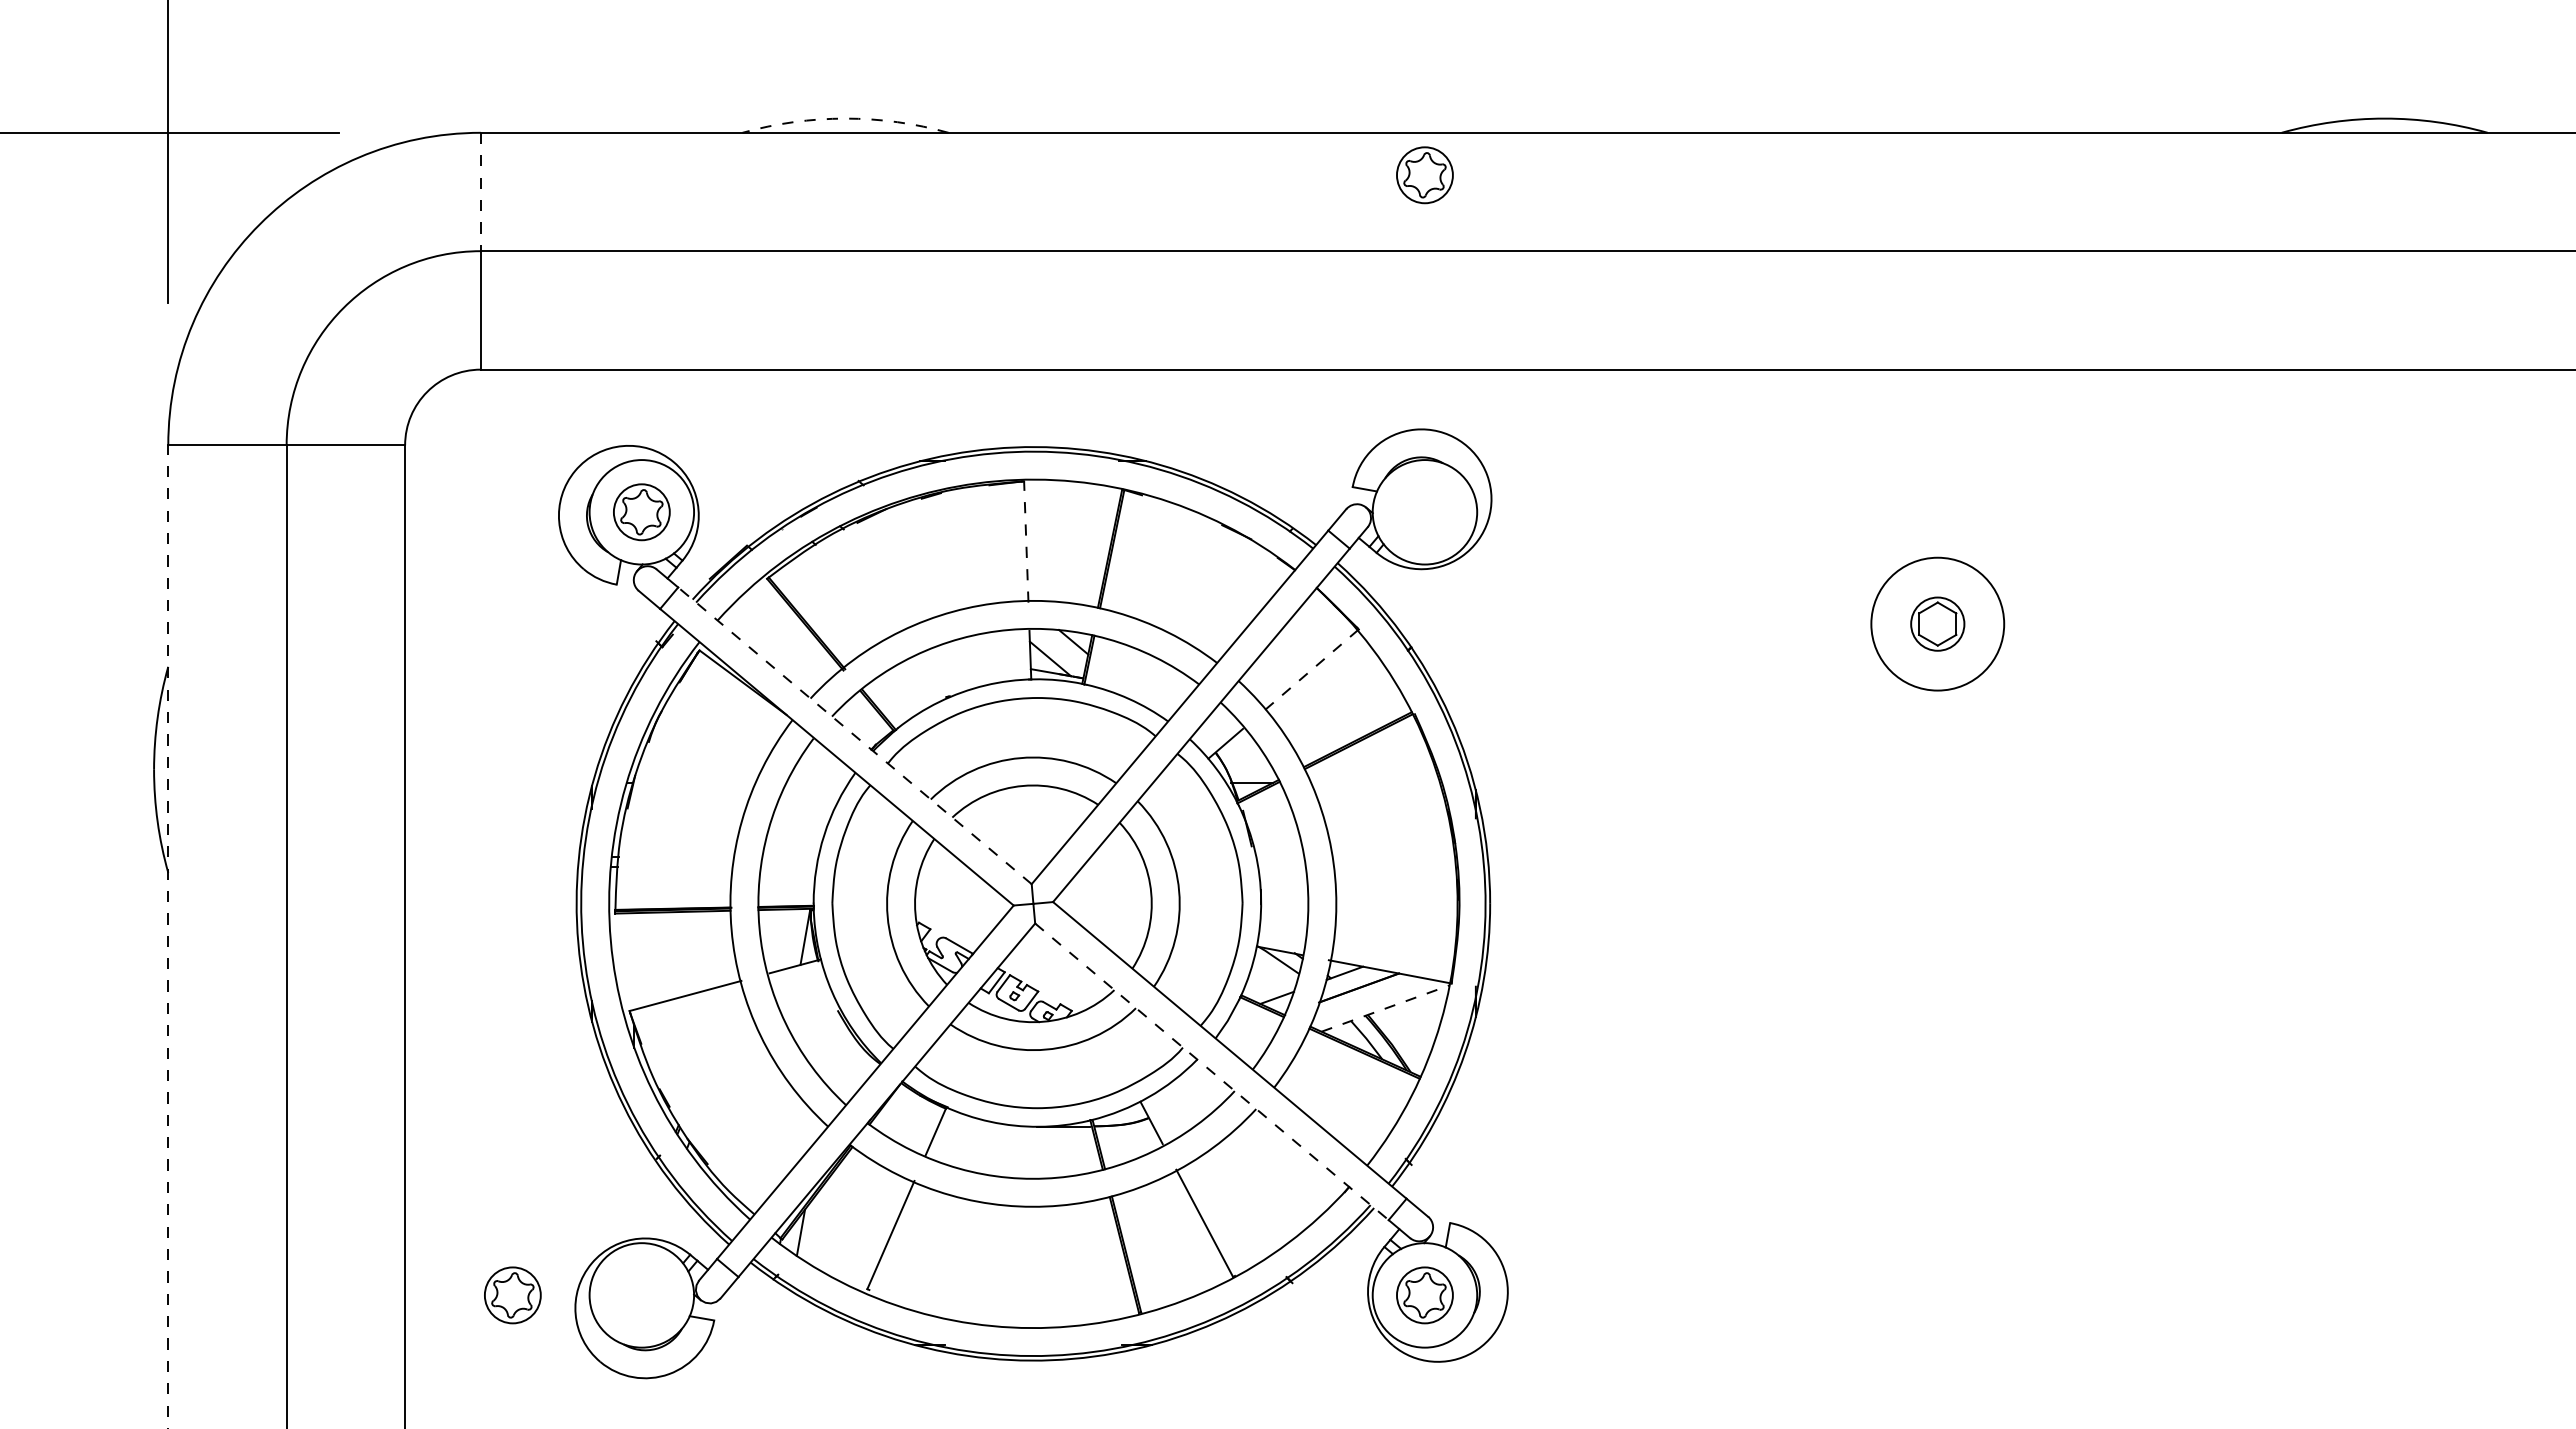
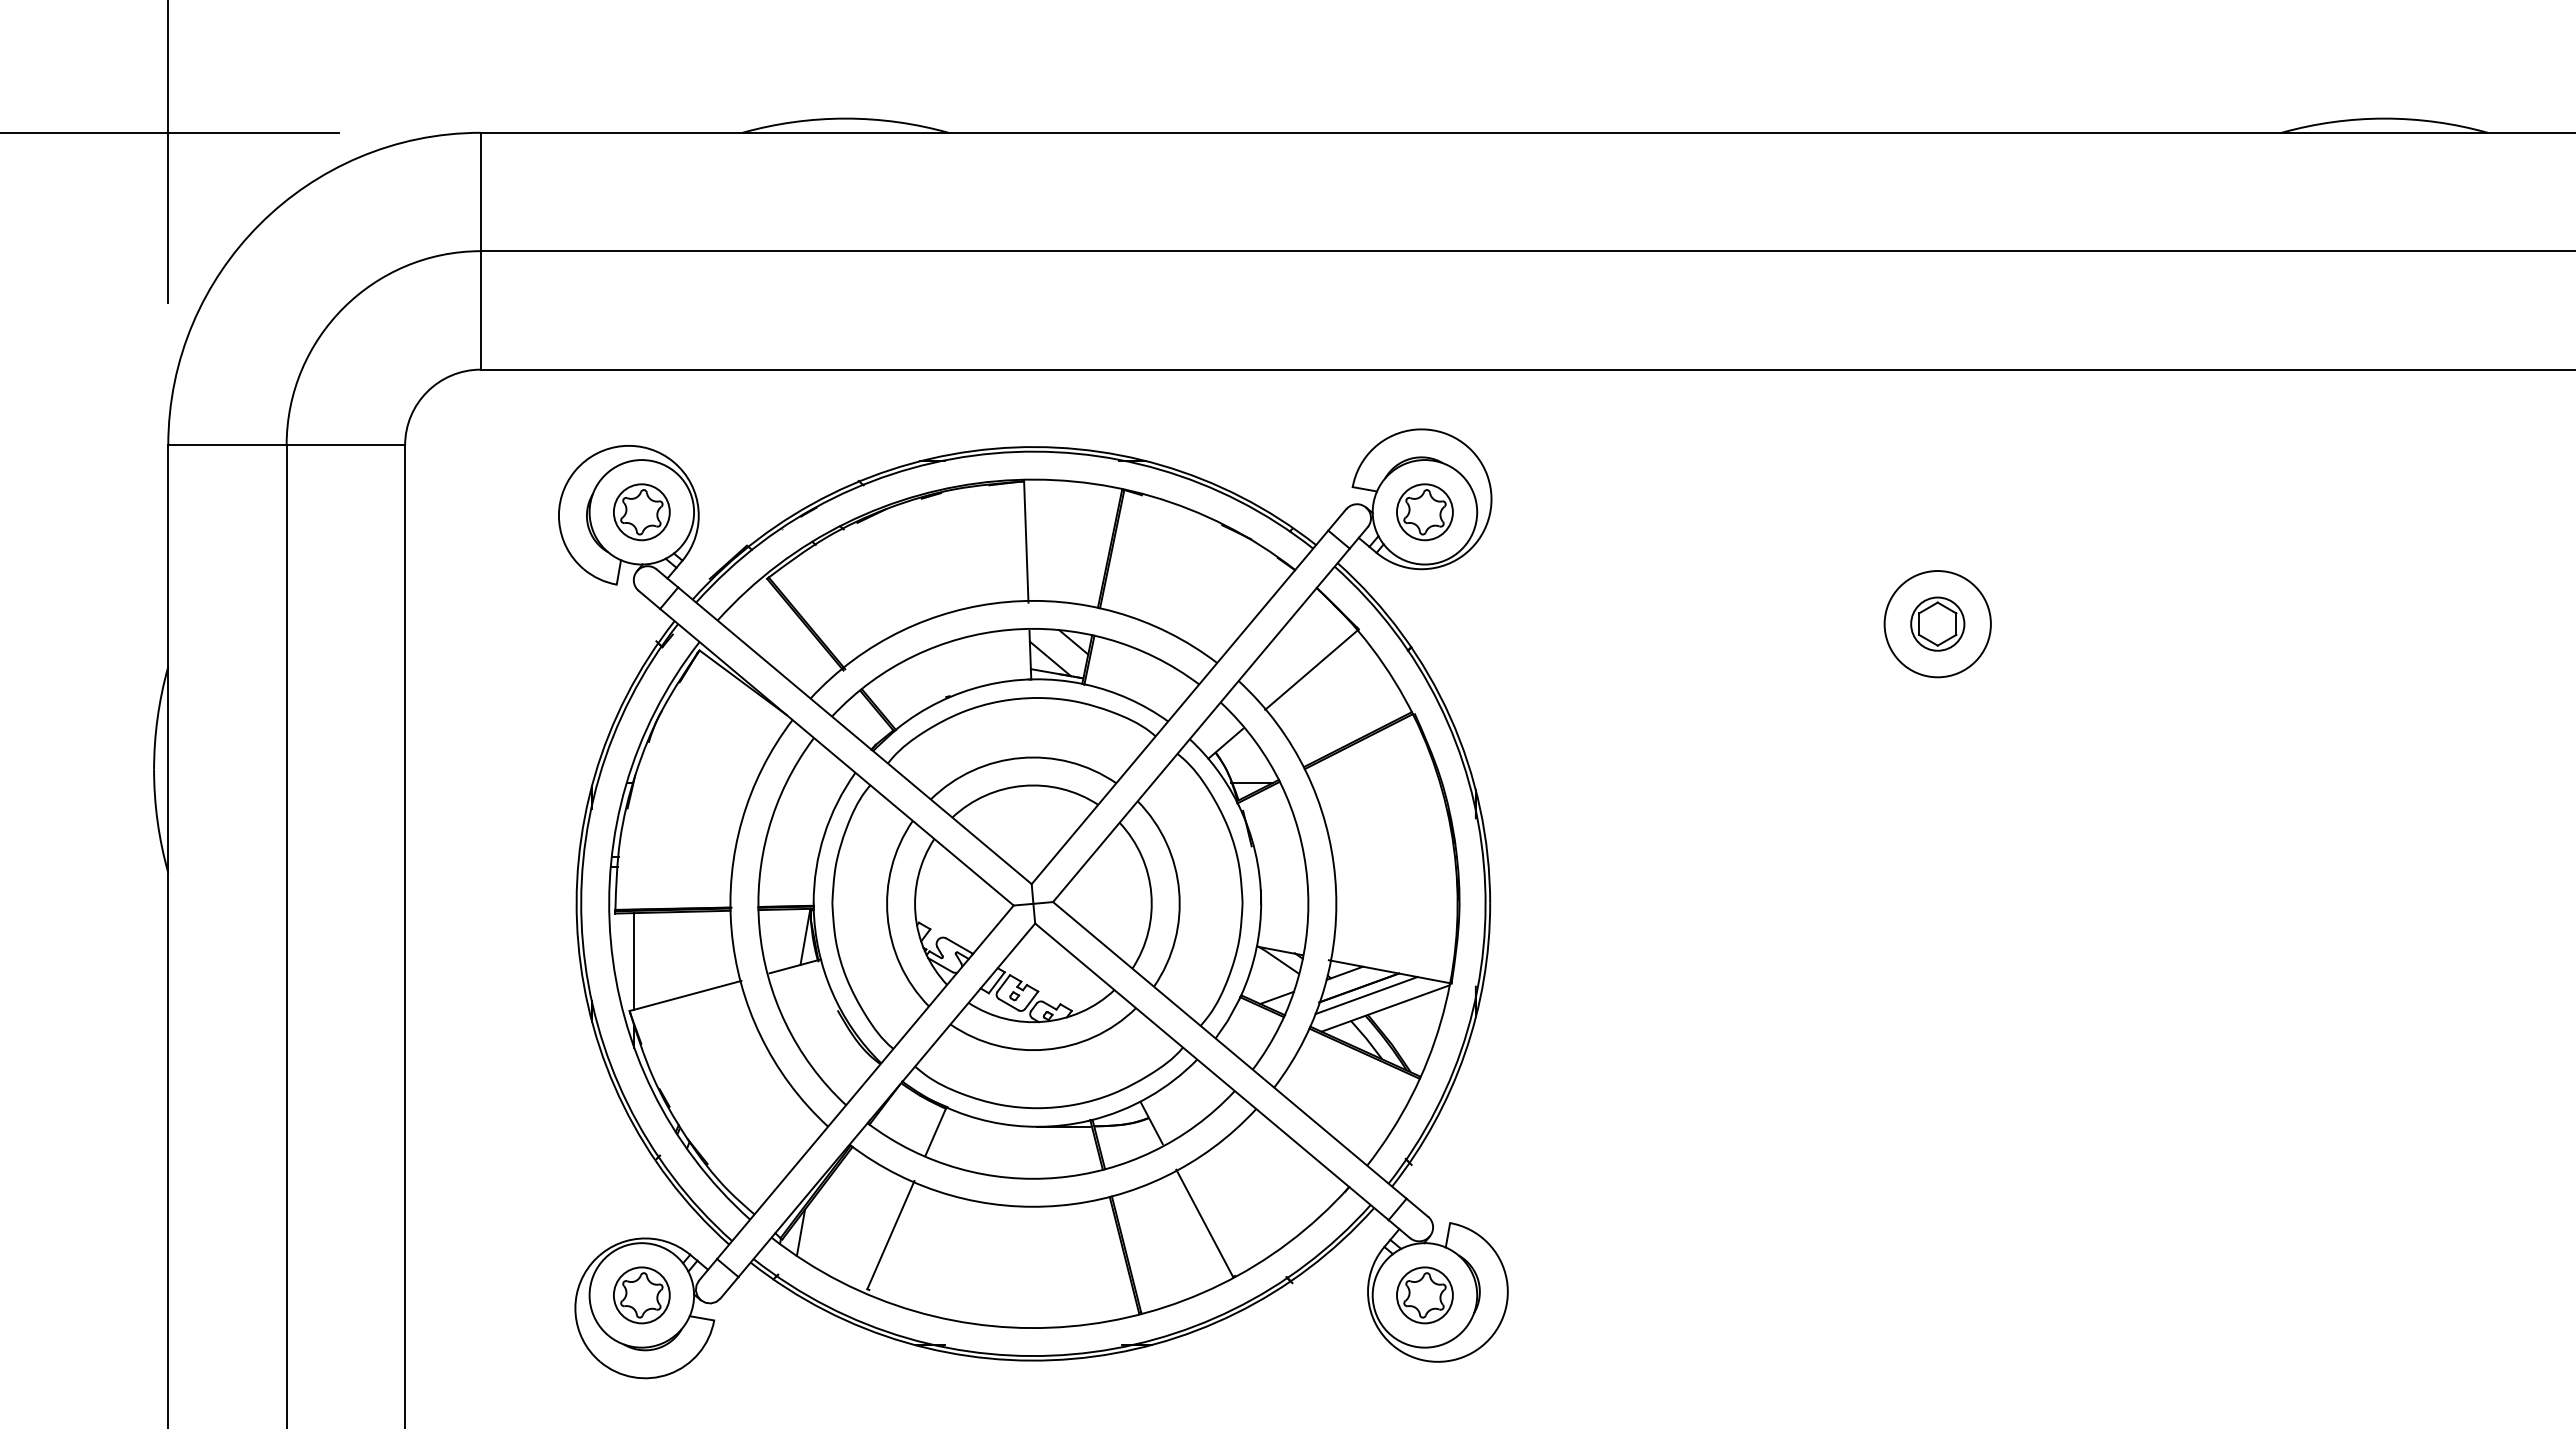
arc at (845, 118): dashed -> solid
part at (1424, 175) position: (1424, 175) -> (1424, 512)
line at (480, 192): dashed -> solid
line at (1026, 542): dashed -> solid
circle at (1937, 623) diameter: 133 px -> 106 px
line at (1311, 669): dashed -> solid
line at (854, 735): dashed -> solid
line at (168, 936): dashed -> solid
line at (634, 961): none -> present
line at (1366, 995): none -> present
line at (1386, 1008): dashed -> solid
line at (1211, 1071): dashed -> solid
part at (512, 1295) position: (512, 1295) -> (641, 1295)
